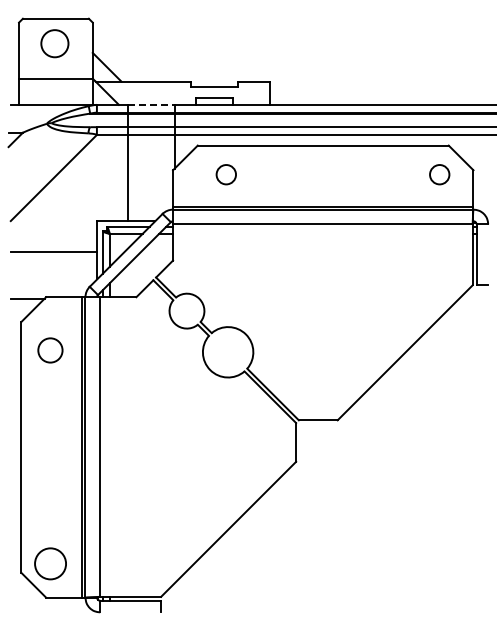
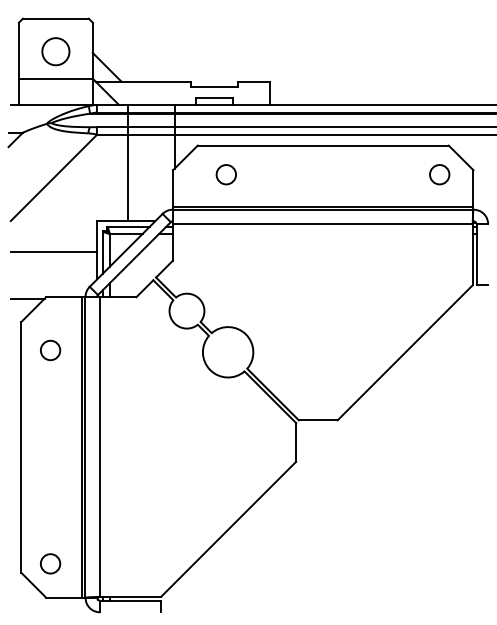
circle at (54, 43) position: (54, 43) -> (55, 51)
line at (151, 104): dashed -> solid
circle at (50, 350) size: 27x27 px -> 22x23 px
circle at (50, 563) diameter: 31 px -> 19 px
